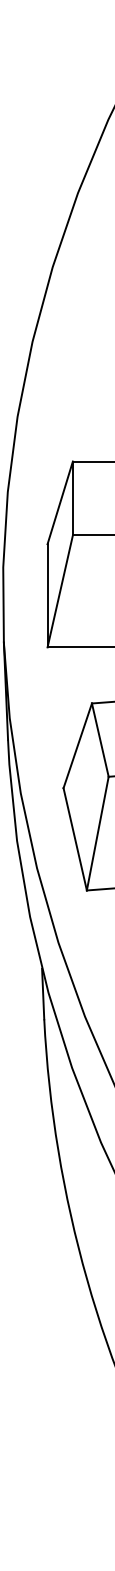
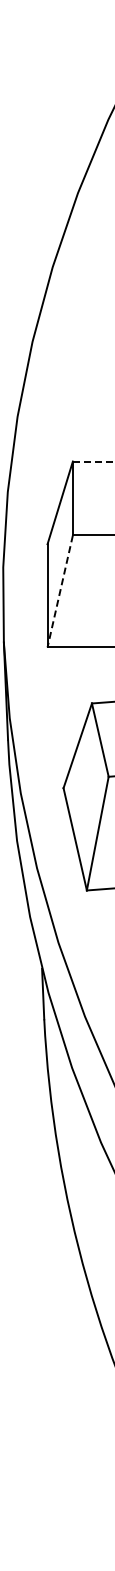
line at (93, 461): solid -> dashed
line at (60, 591): solid -> dashed
